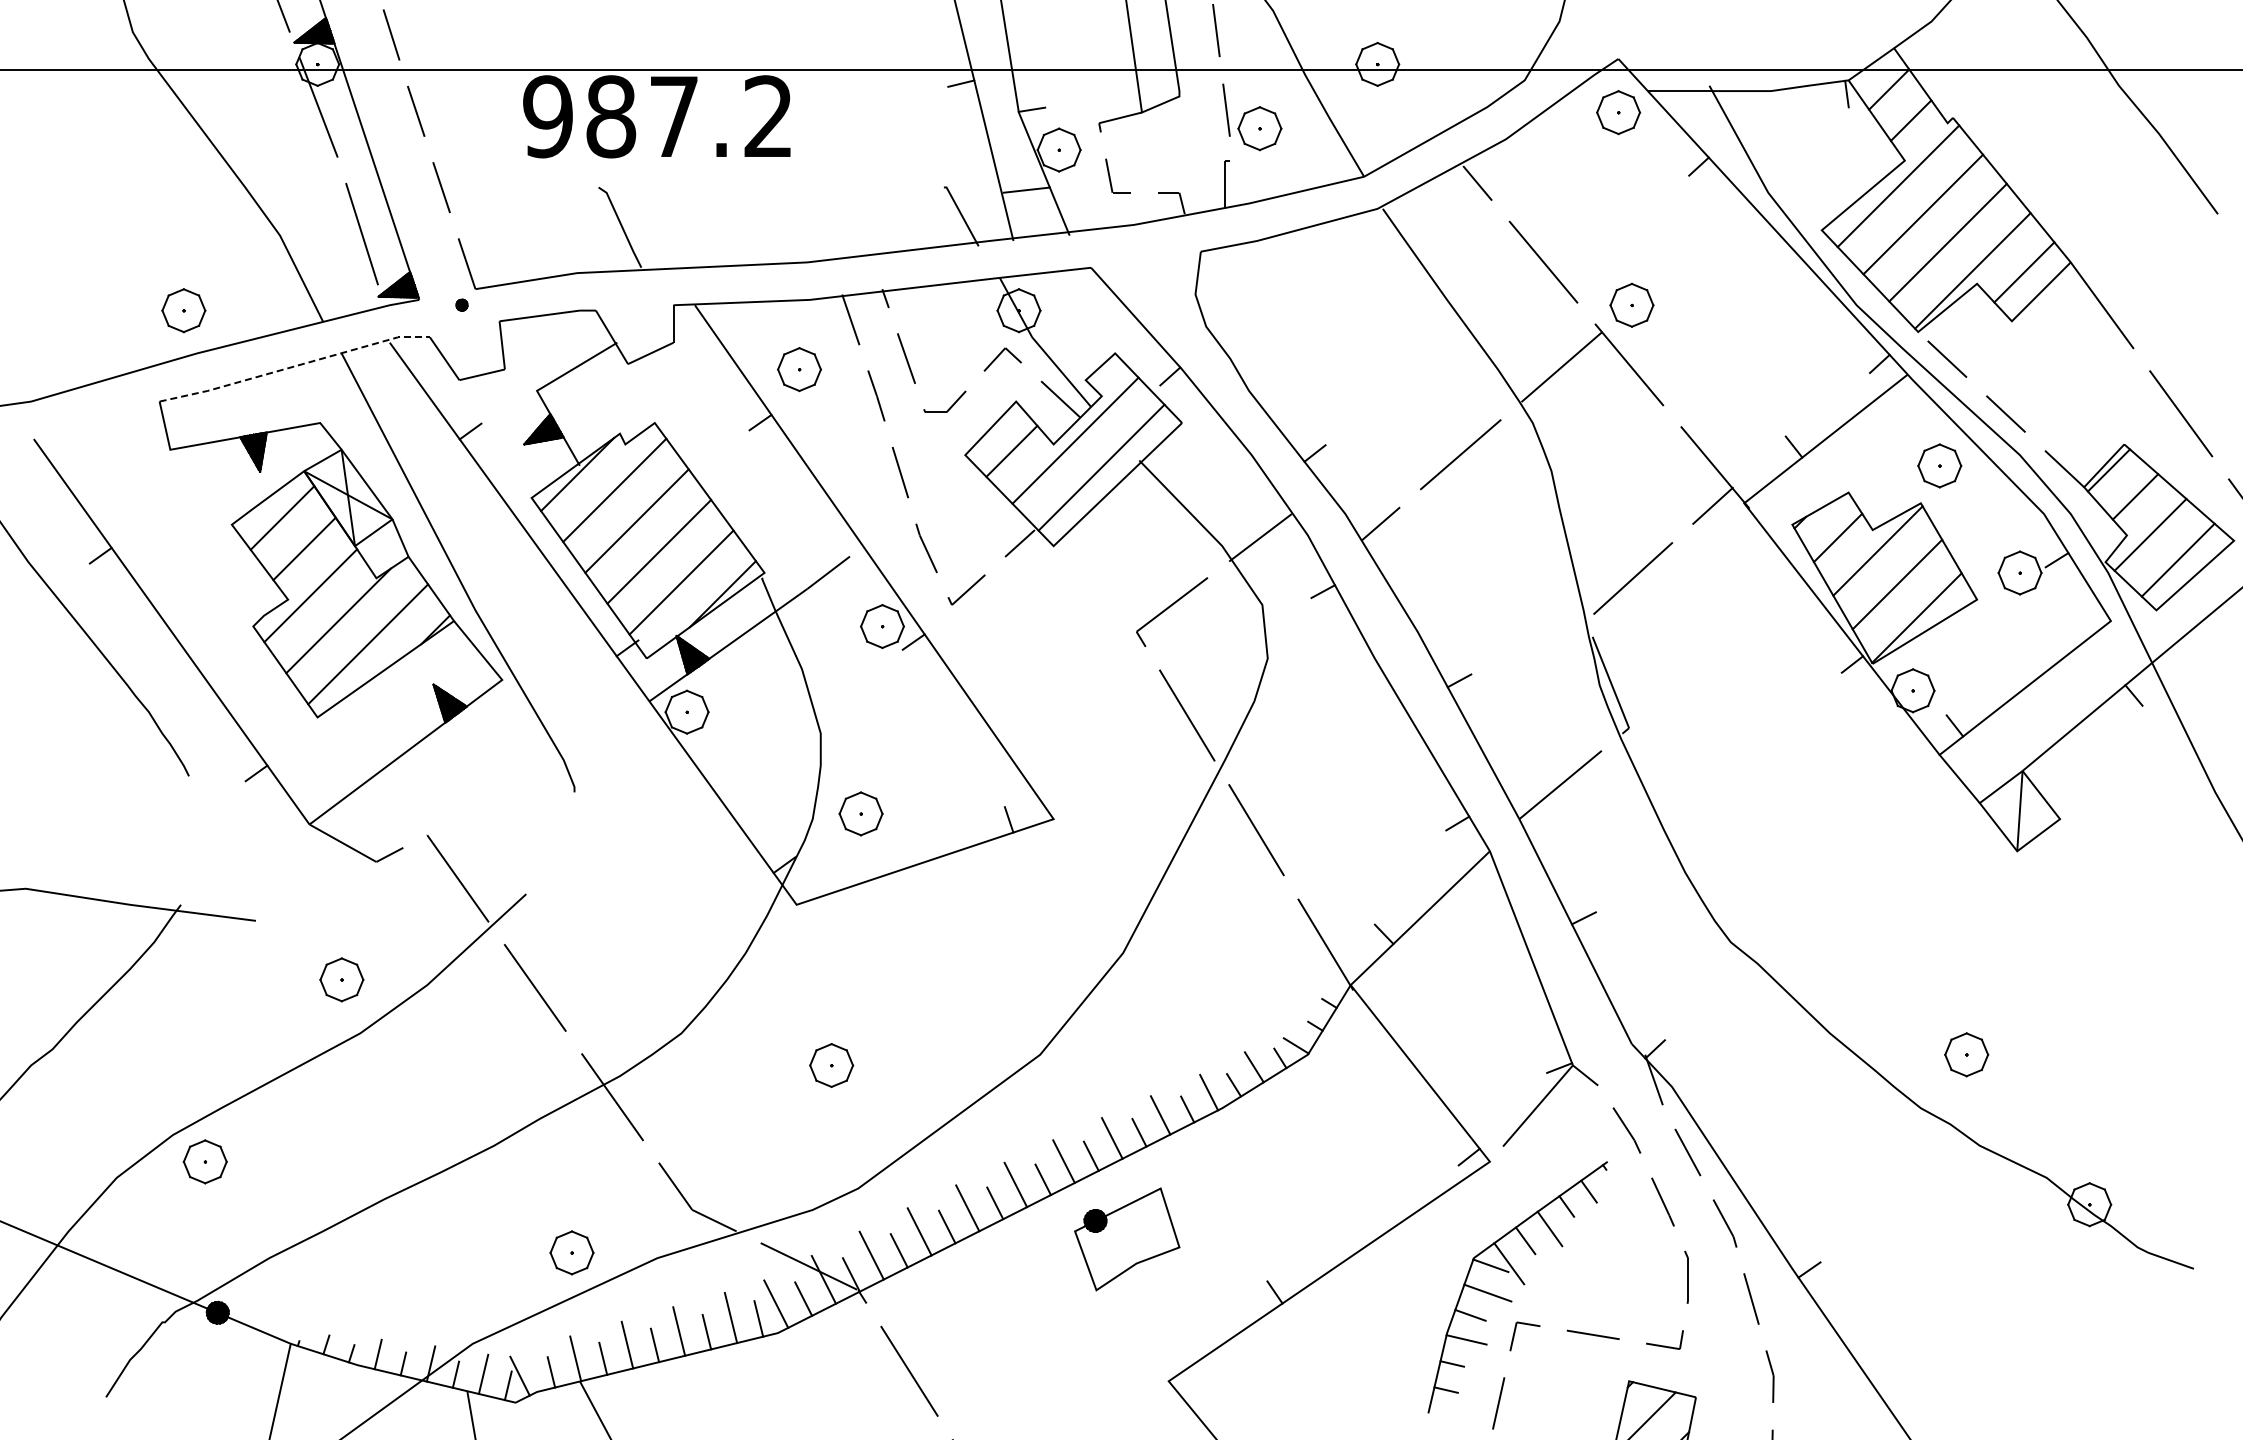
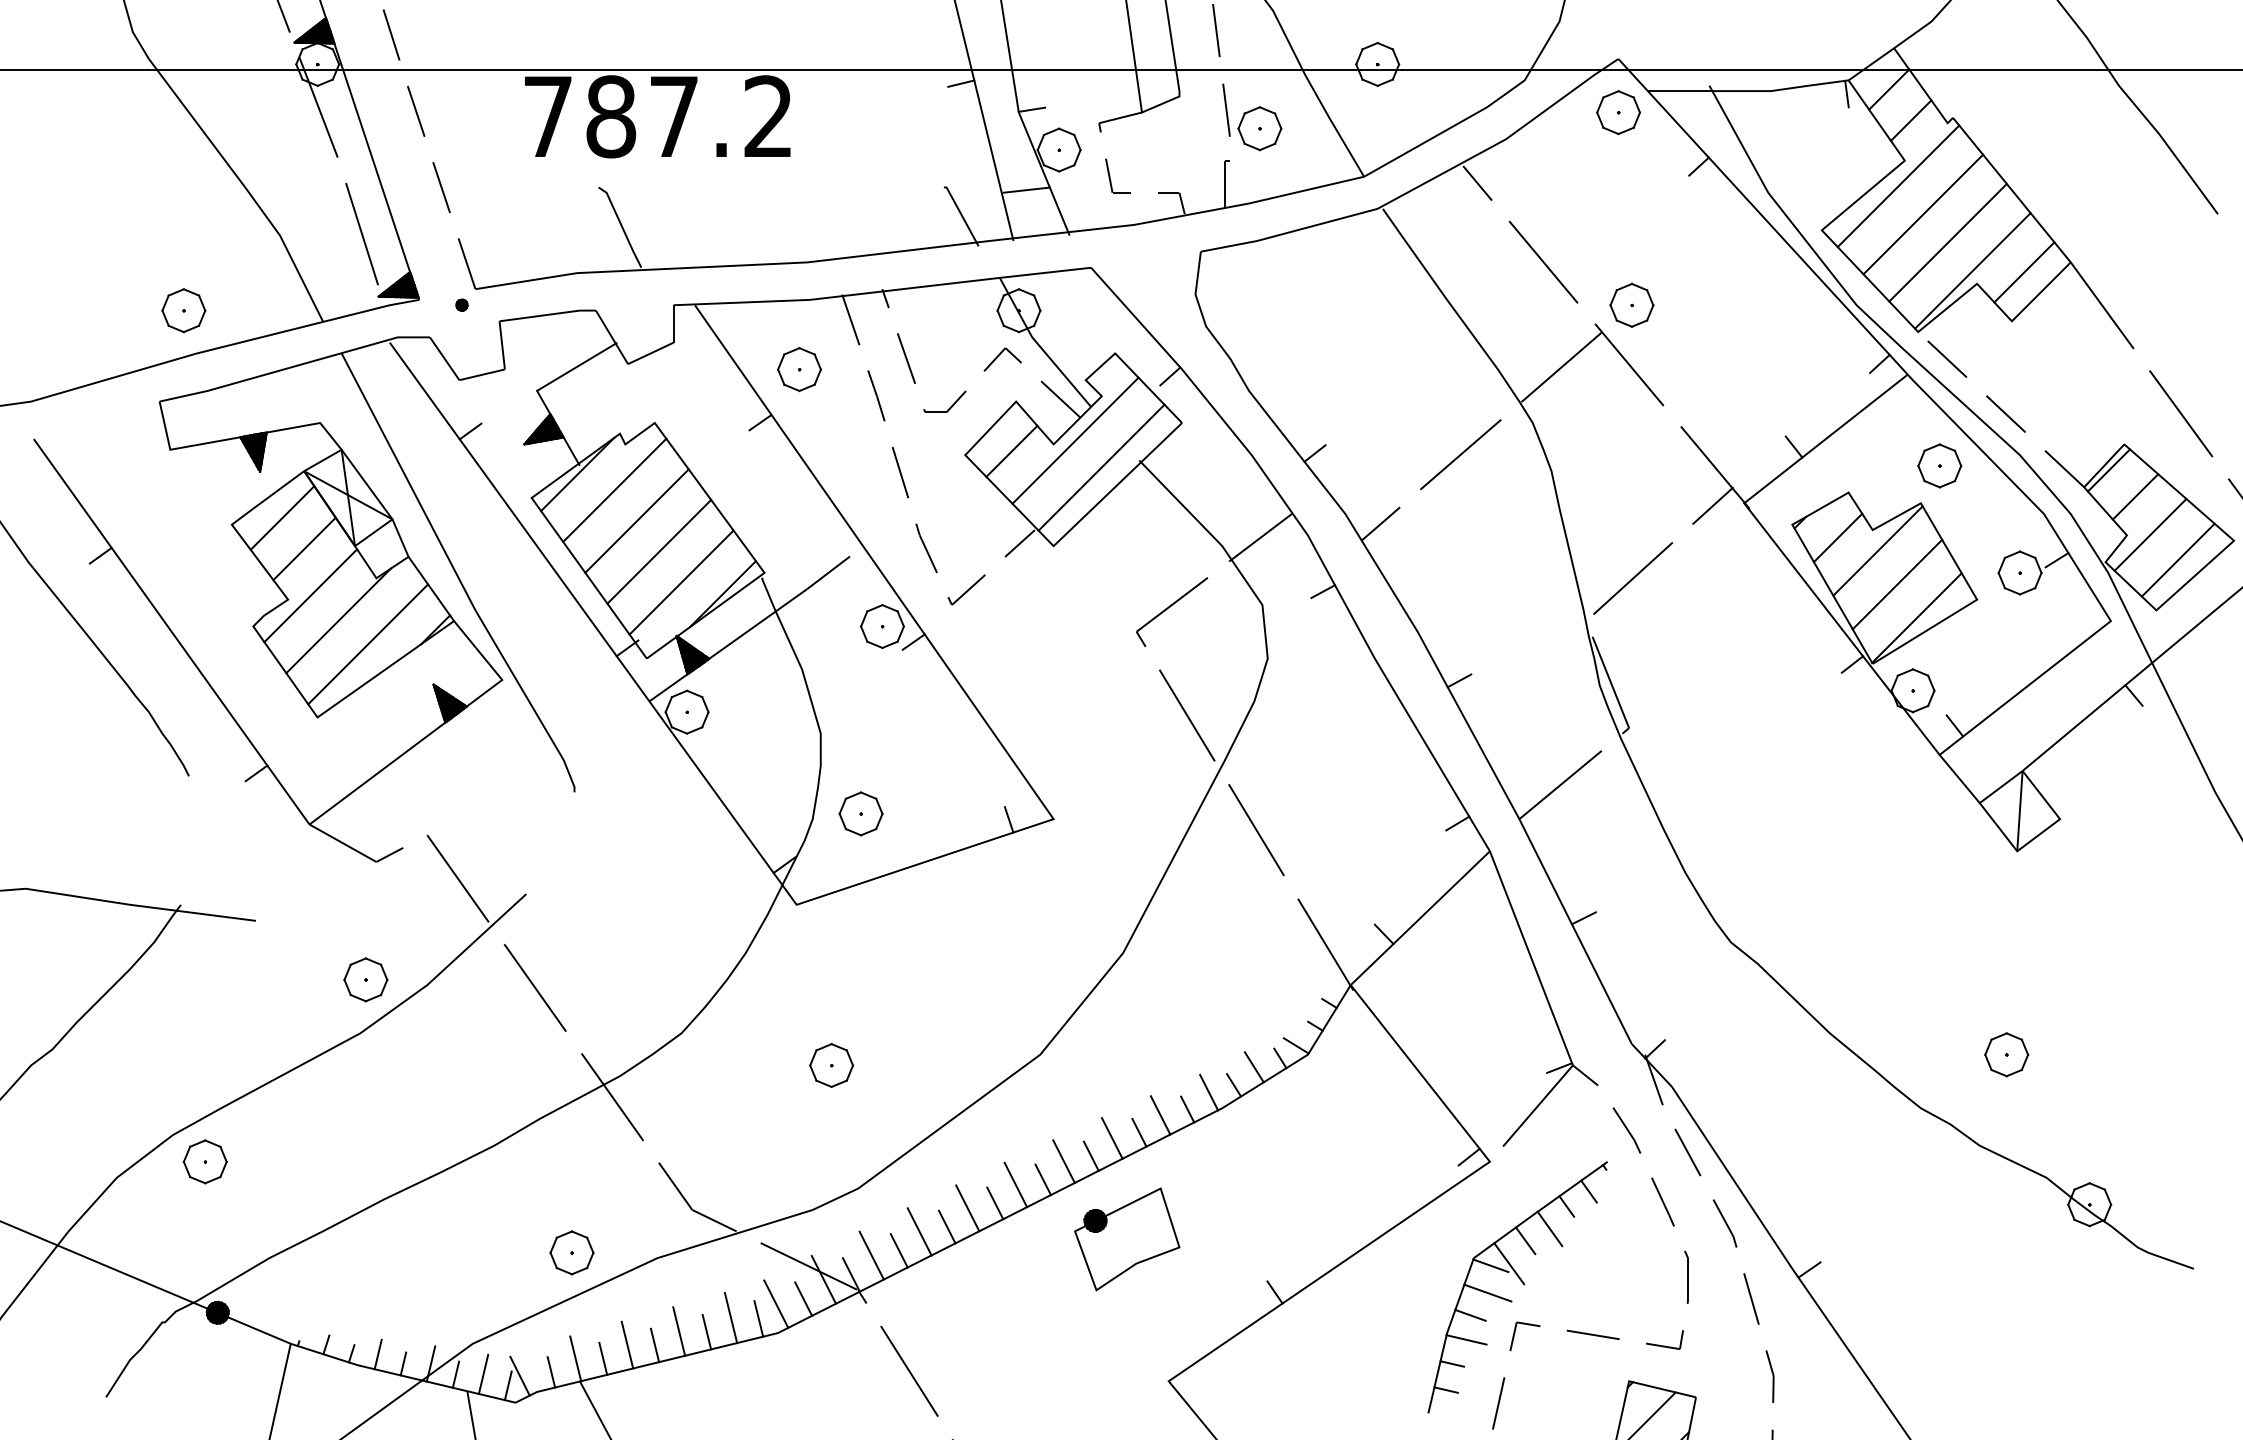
text at (547, 116): 987.2 -> 787.2
line at (295, 366): dashed -> solid
part at (341, 979) position: (341, 979) -> (365, 979)
part at (1966, 1054) position: (1966, 1054) -> (2006, 1054)
